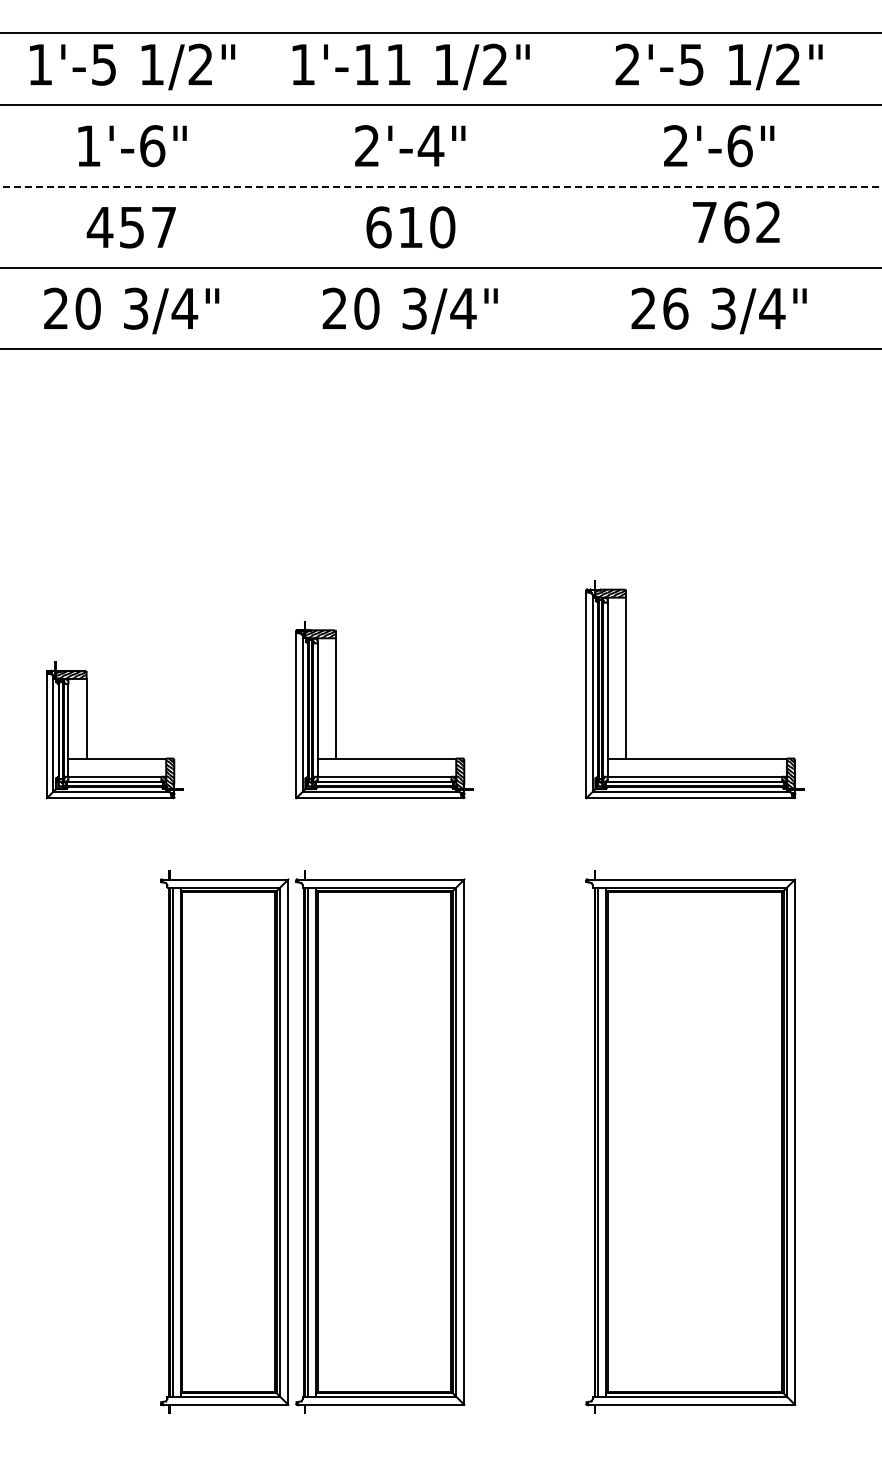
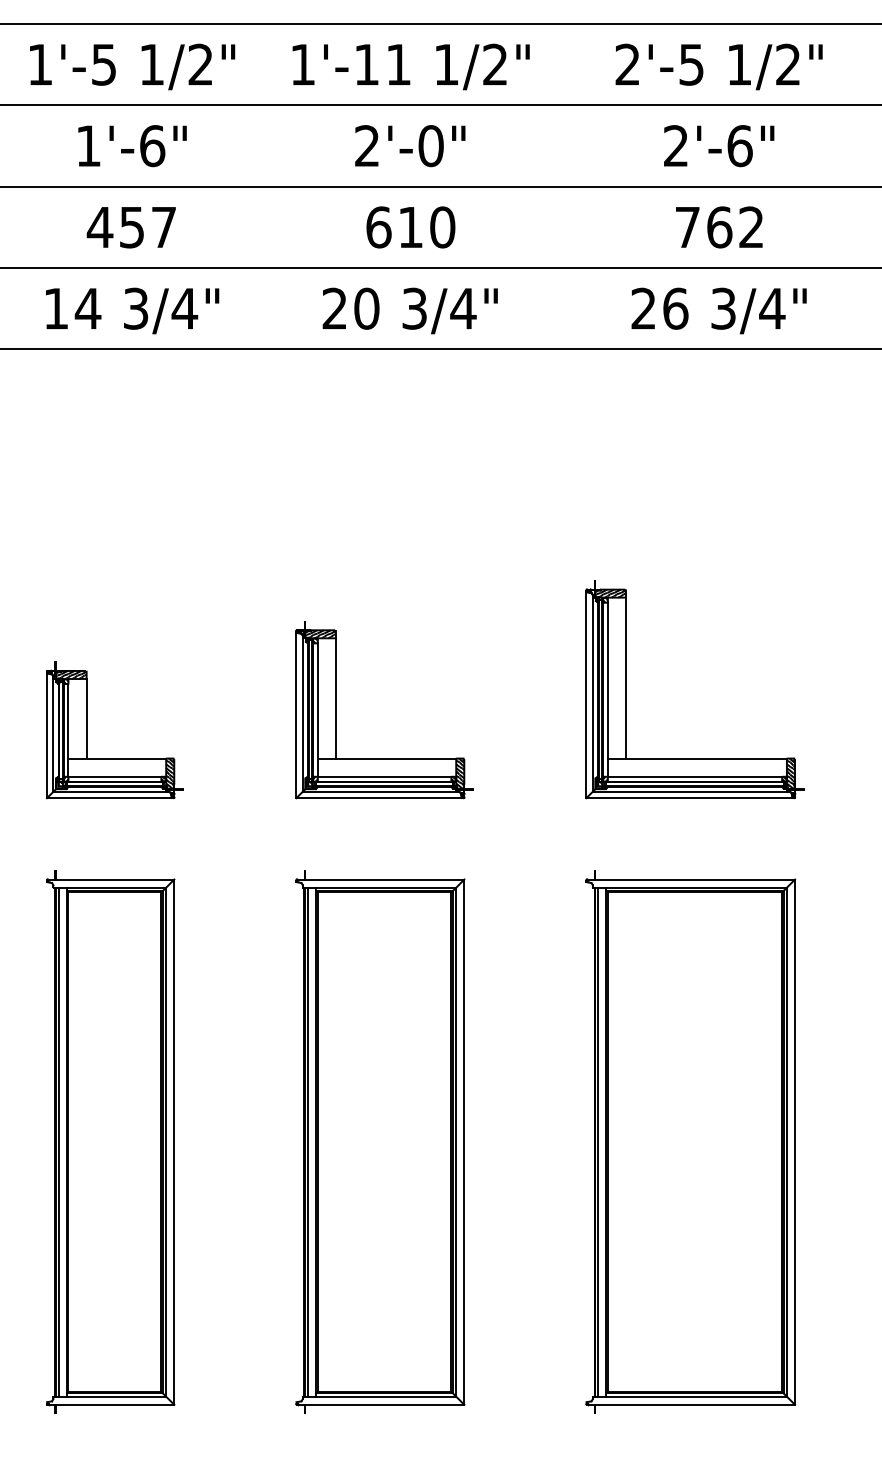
line at (440, 33) position: (440, 33) -> (440, 24)
text at (430, 146): 2'-4" -> 2'-0"
line at (440, 186): dashed -> solid
text at (736, 222) position: (736, 222) -> (719, 227)
text at (72, 308): 20 -> 14
part at (224, 1141) position: (224, 1141) -> (110, 1141)
